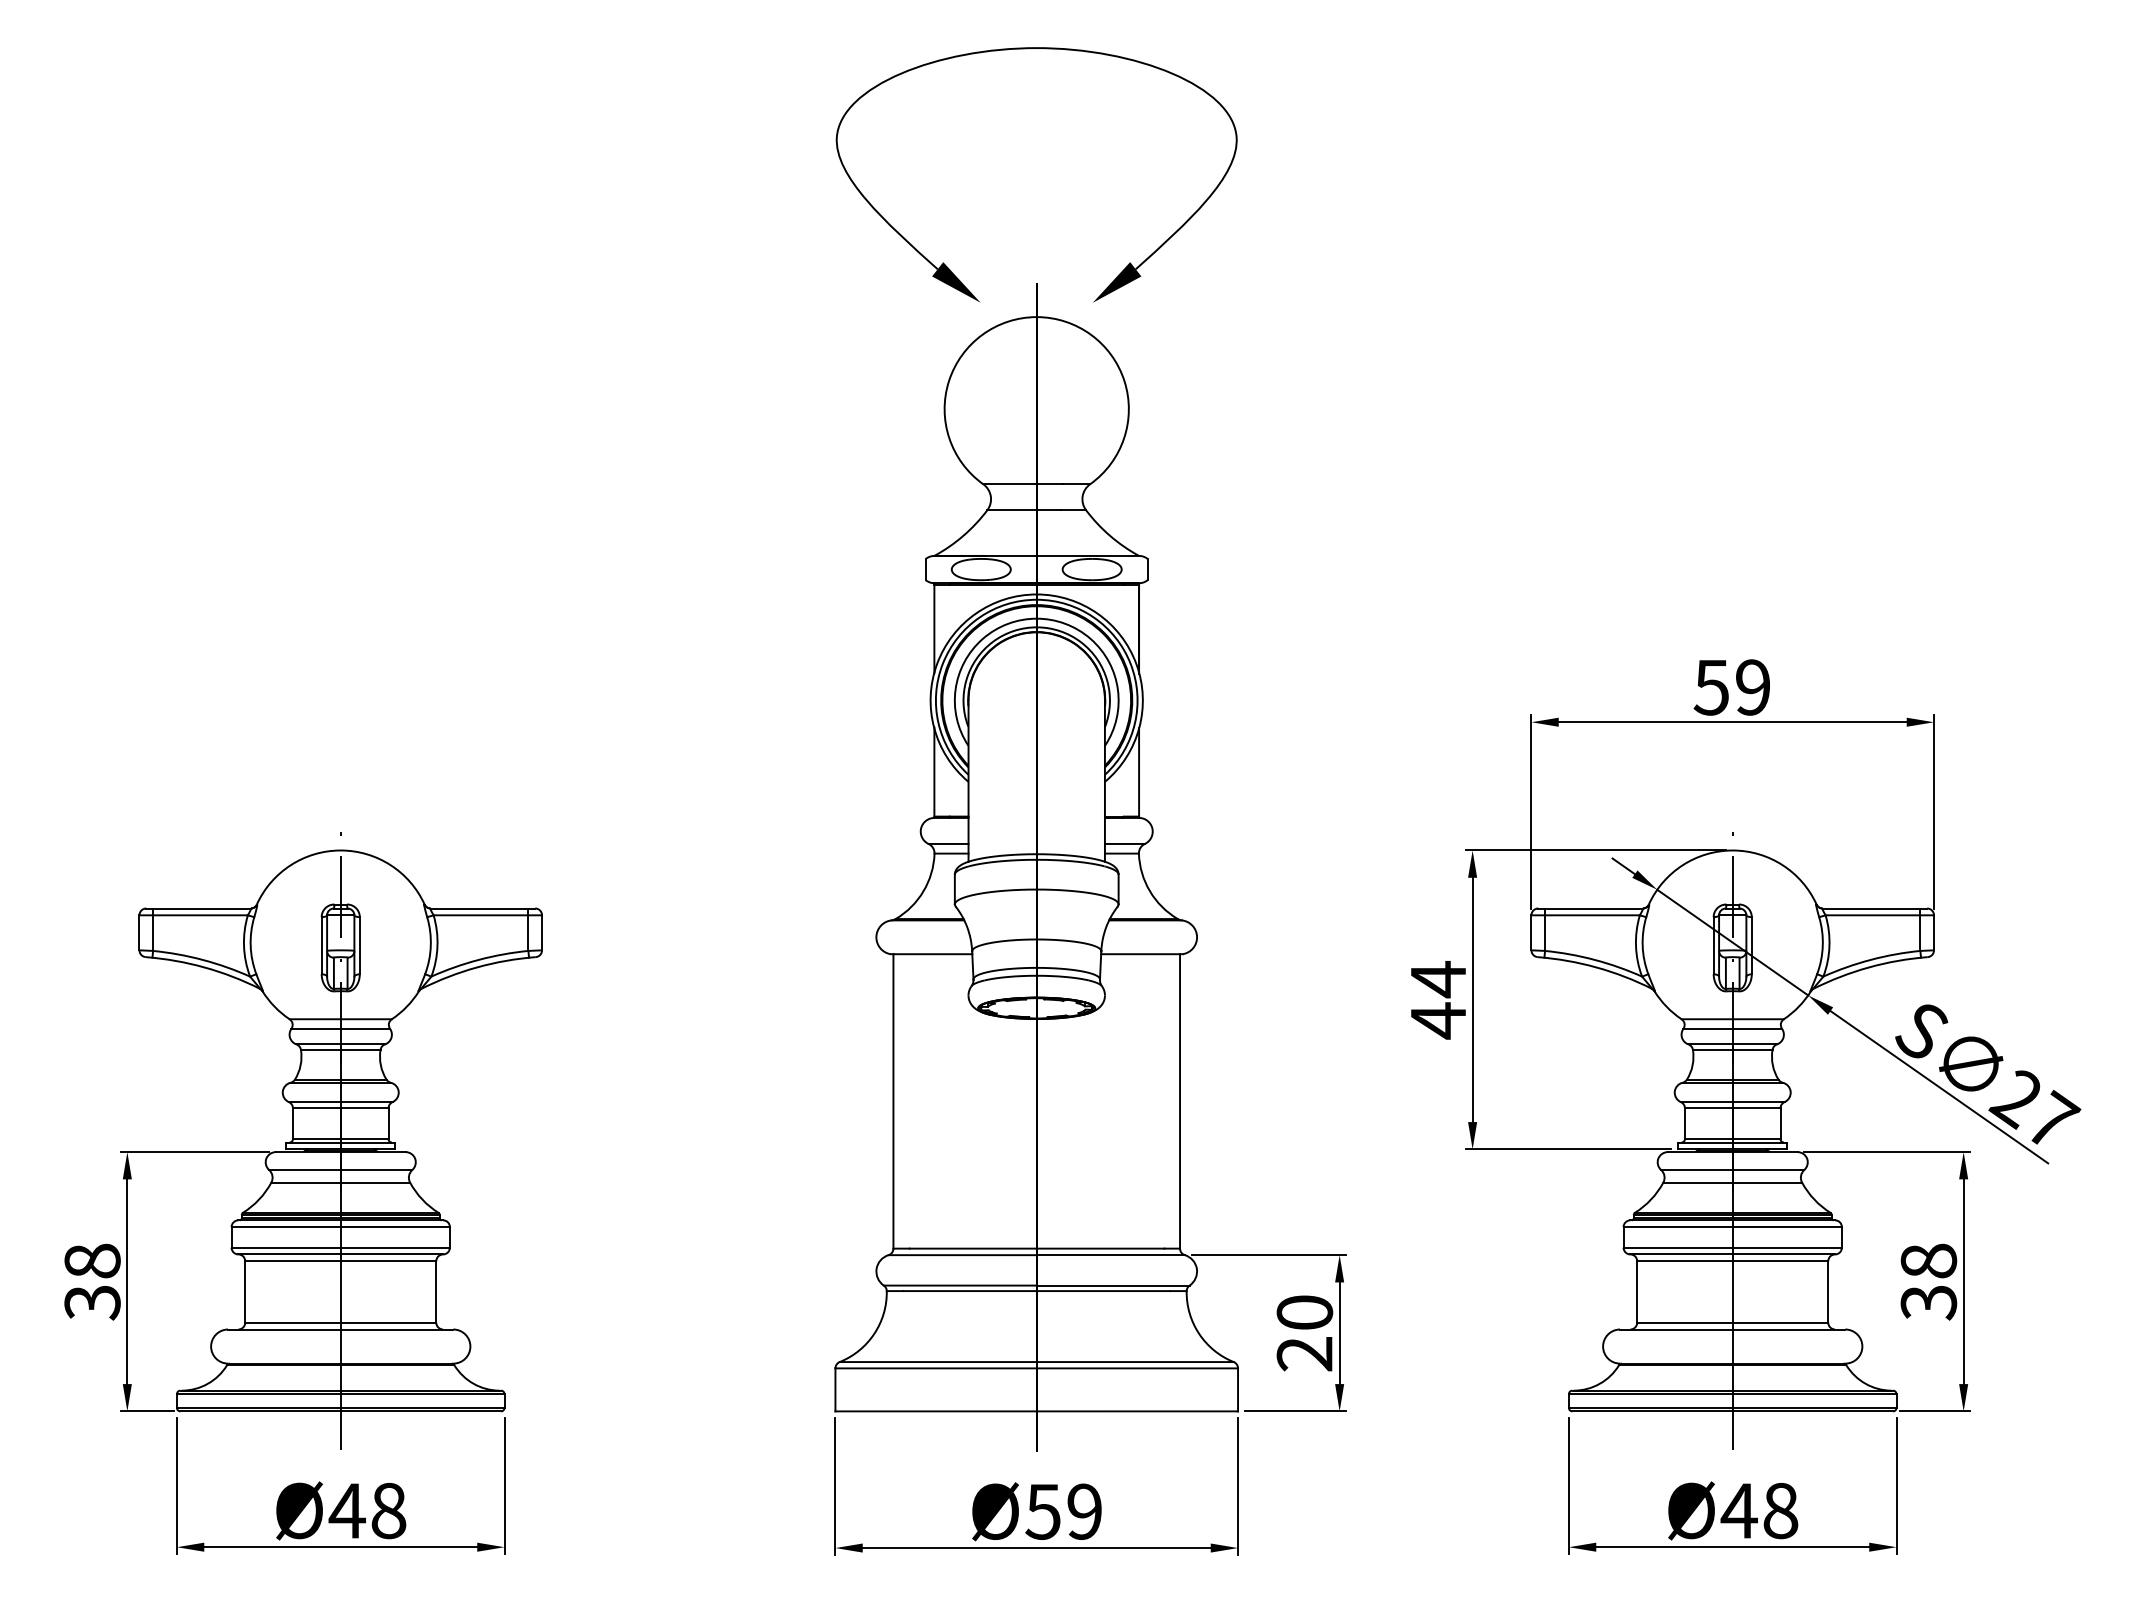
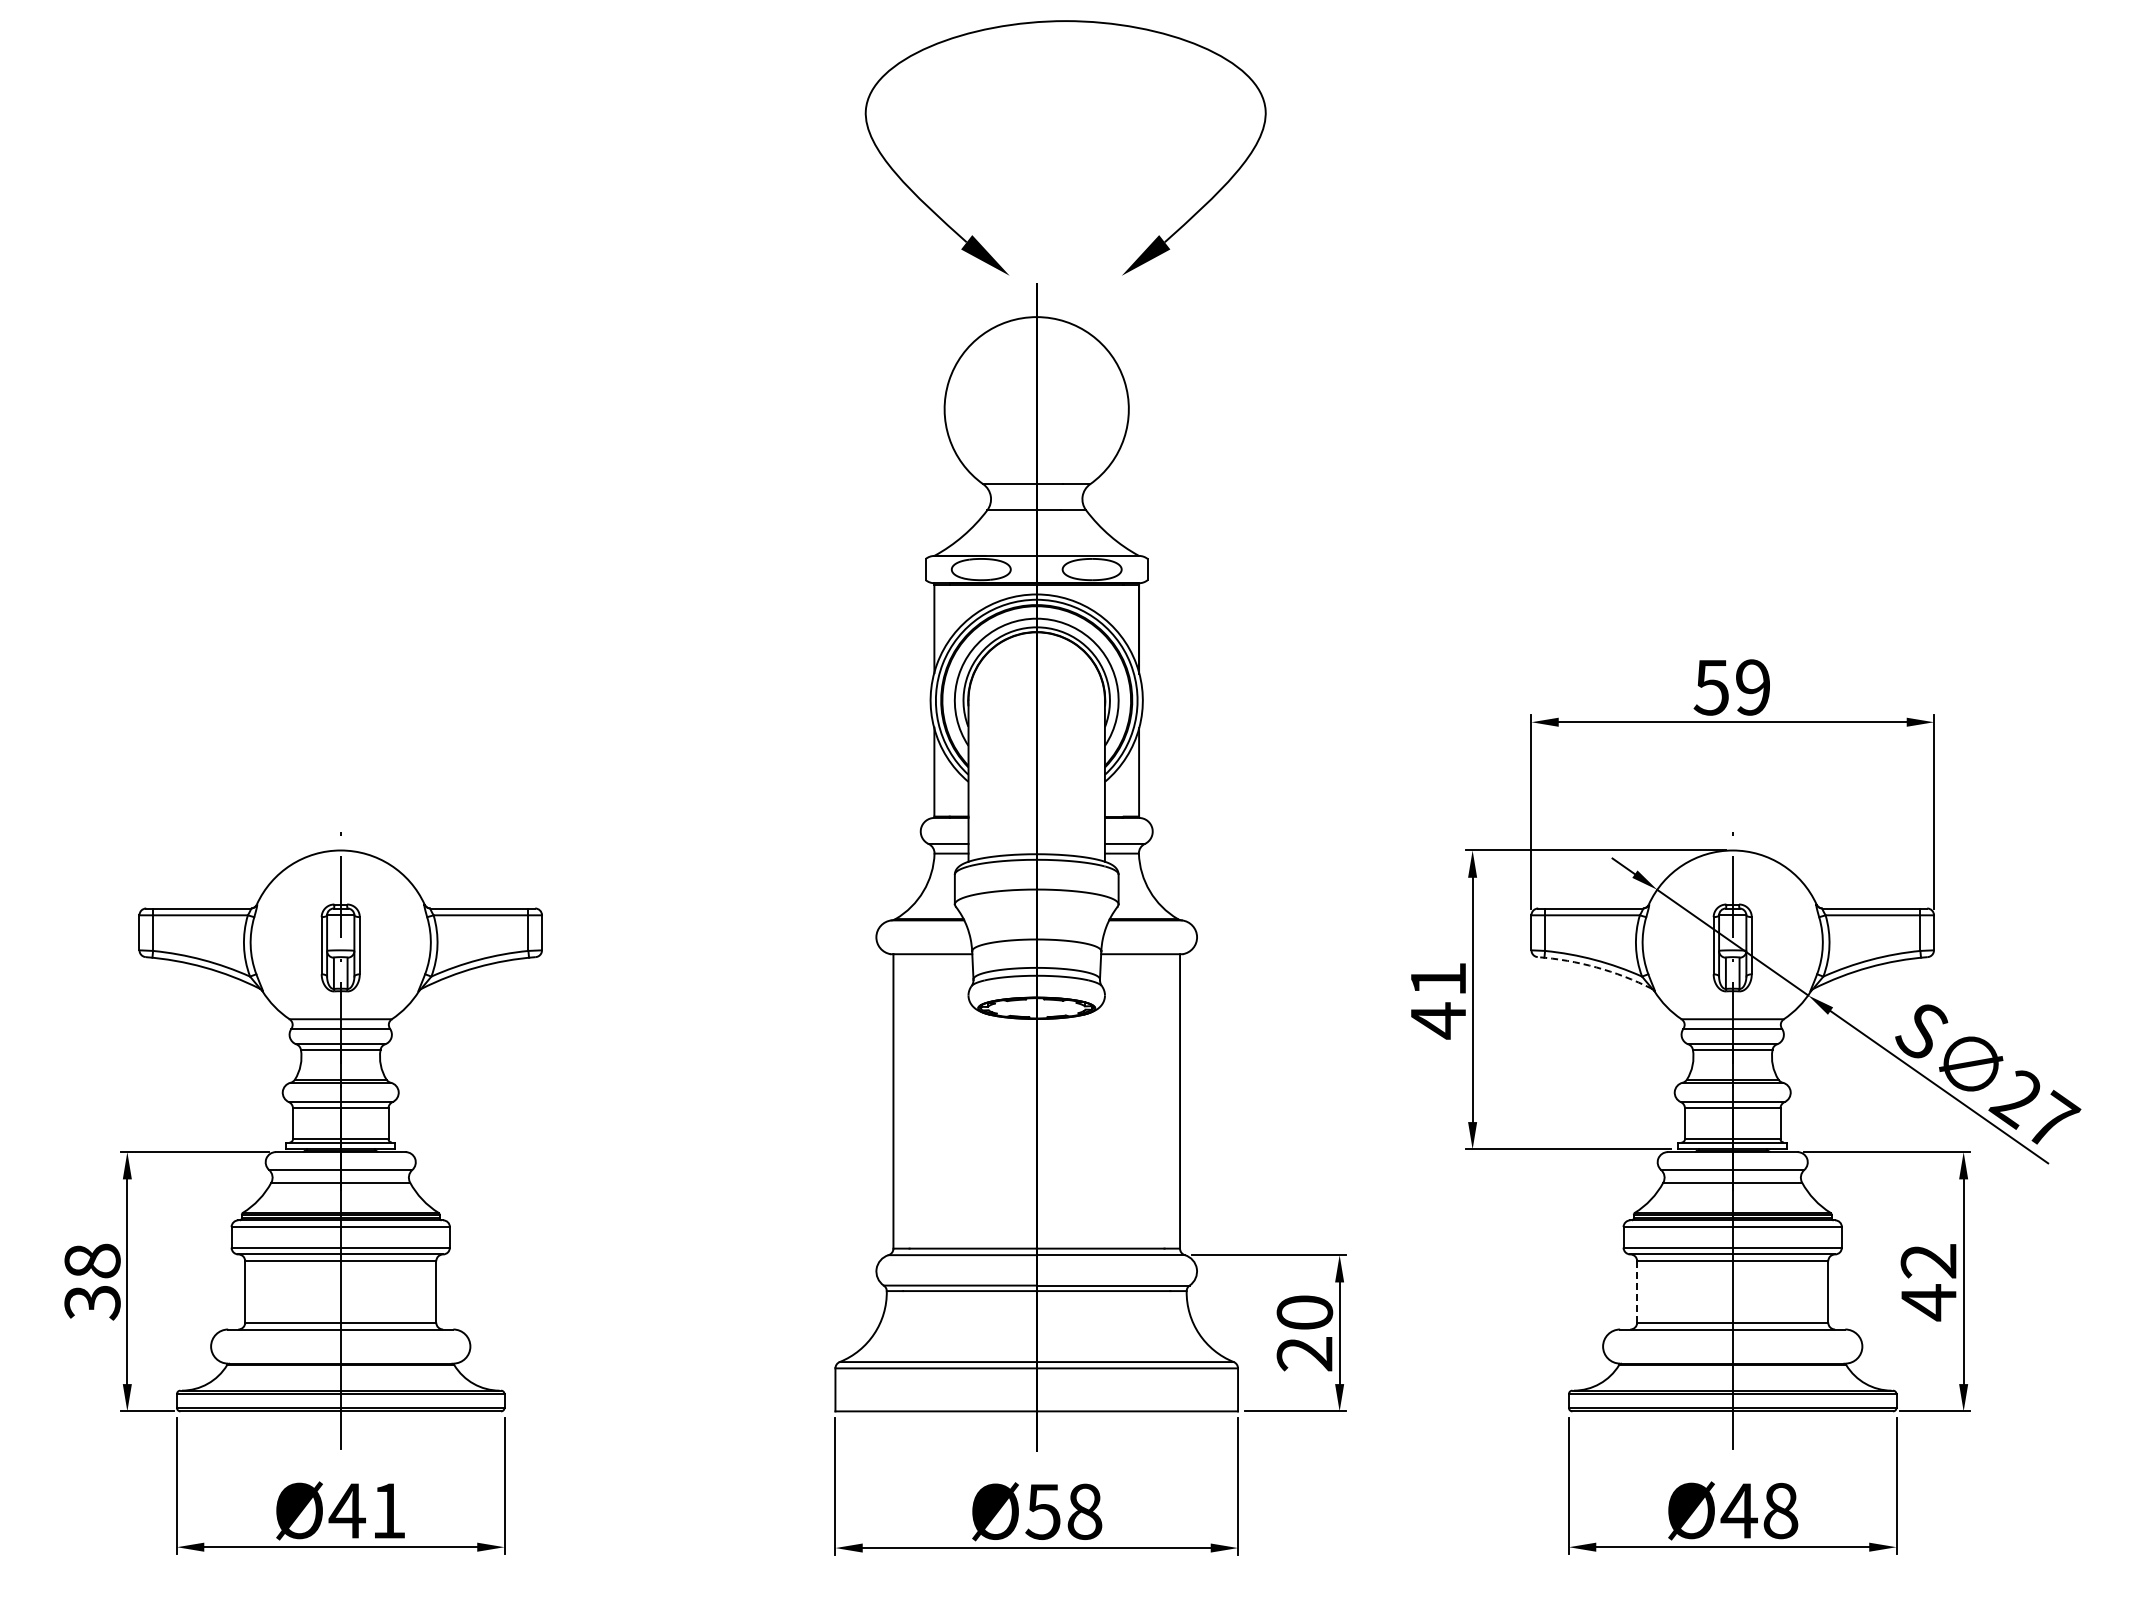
part at (1029, 49) position: (1029, 49) -> (1058, 22)
arc at (1596, 967): solid -> dashed
text at (1438, 979): 44 -> 41
text at (1928, 1282): 38 -> 42
line at (1637, 1291): solid -> dashed
text at (388, 1510): Ø48 -> Ø41
text at (1084, 1511): Ø59 -> Ø58
